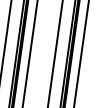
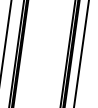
line at (30, 53): present -> none
line at (55, 53): present -> none
